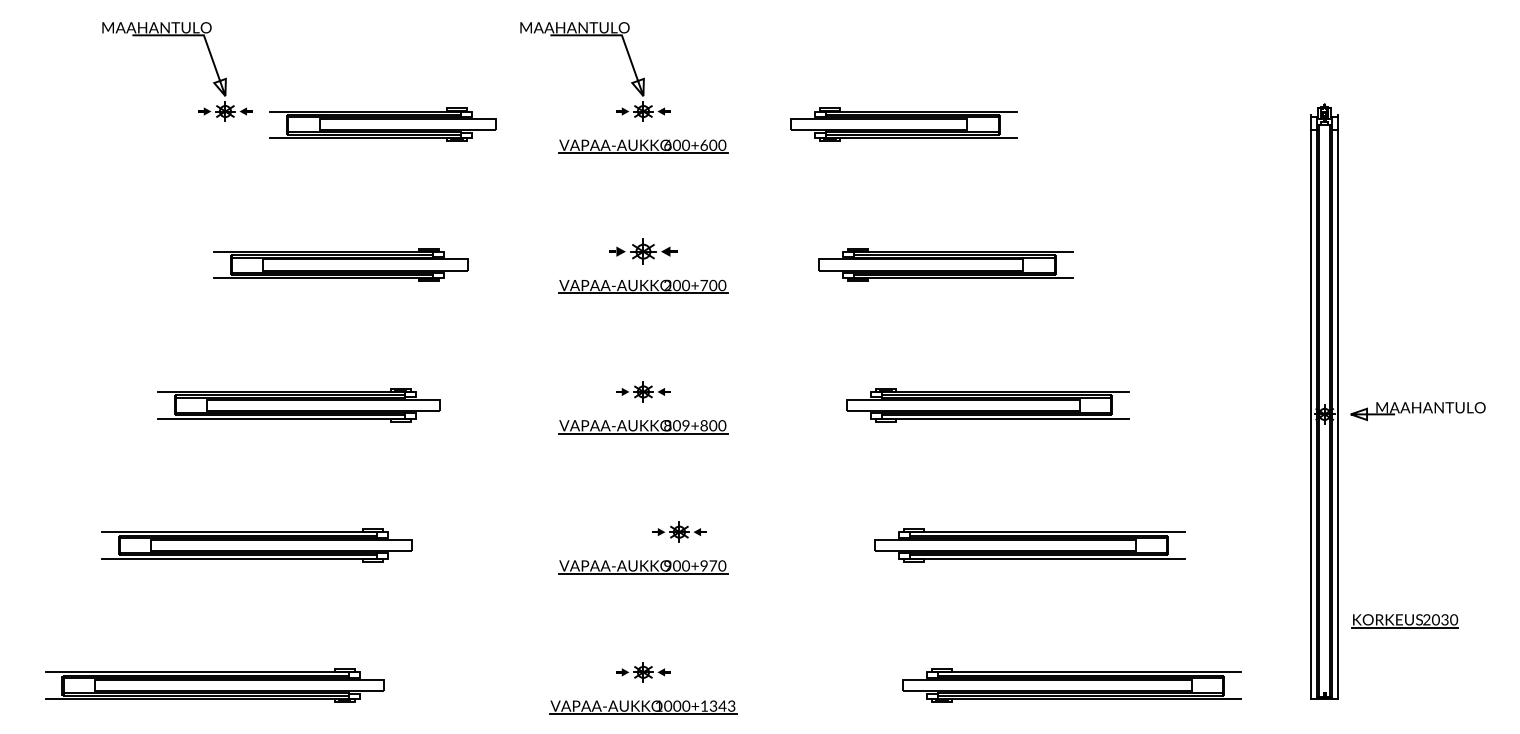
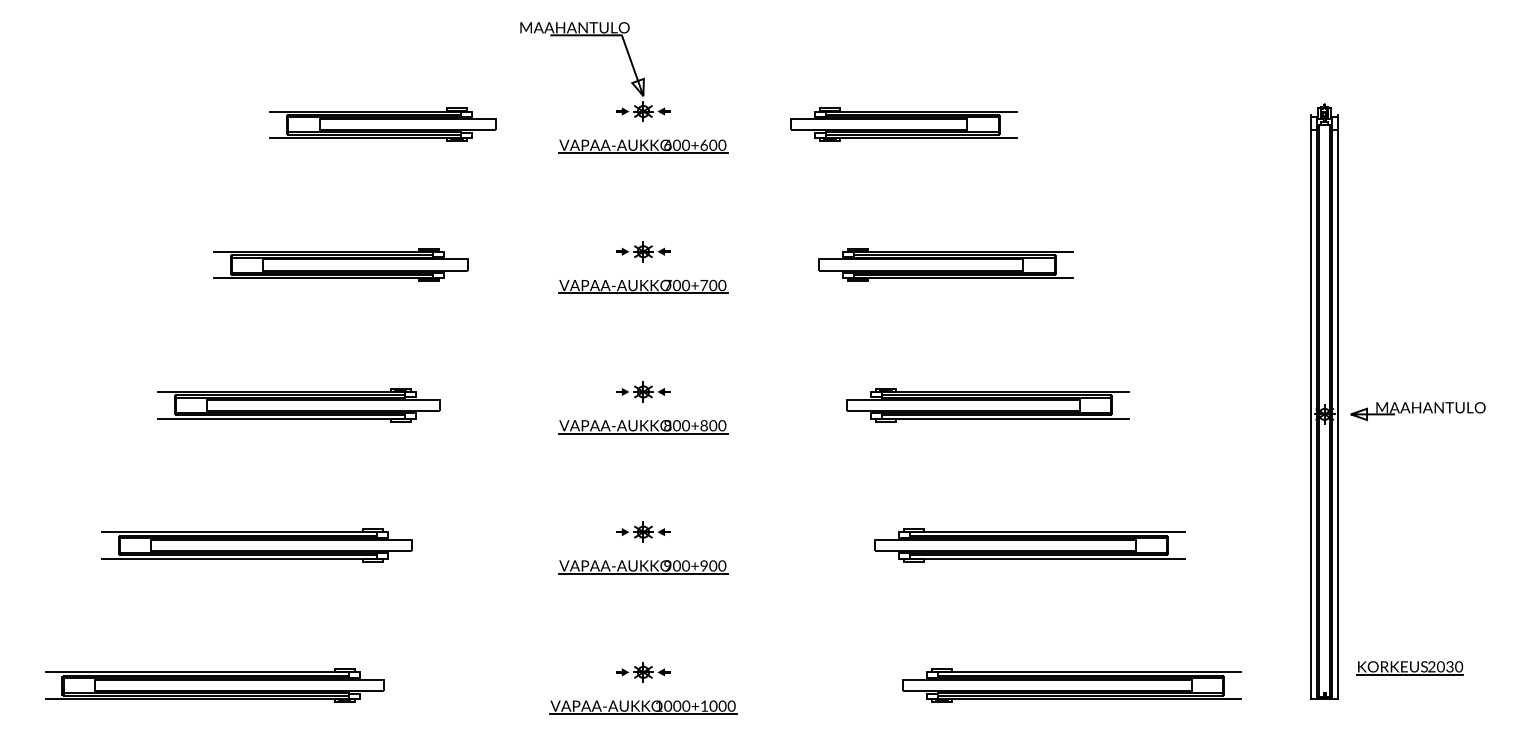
part at (177, 36): present -> none
part at (643, 251) size: 69x27 px -> 55x22 px
text at (667, 285): 200+700 -> 700+700
text at (686, 427): 809+800 -> 800+800
part at (679, 531) position: (679, 531) -> (643, 531)
text at (713, 565): 900+970 -> 900+900
part at (1404, 621) position: (1404, 621) -> (1409, 668)
text at (722, 705): 1000+1343 -> 1000+1000
